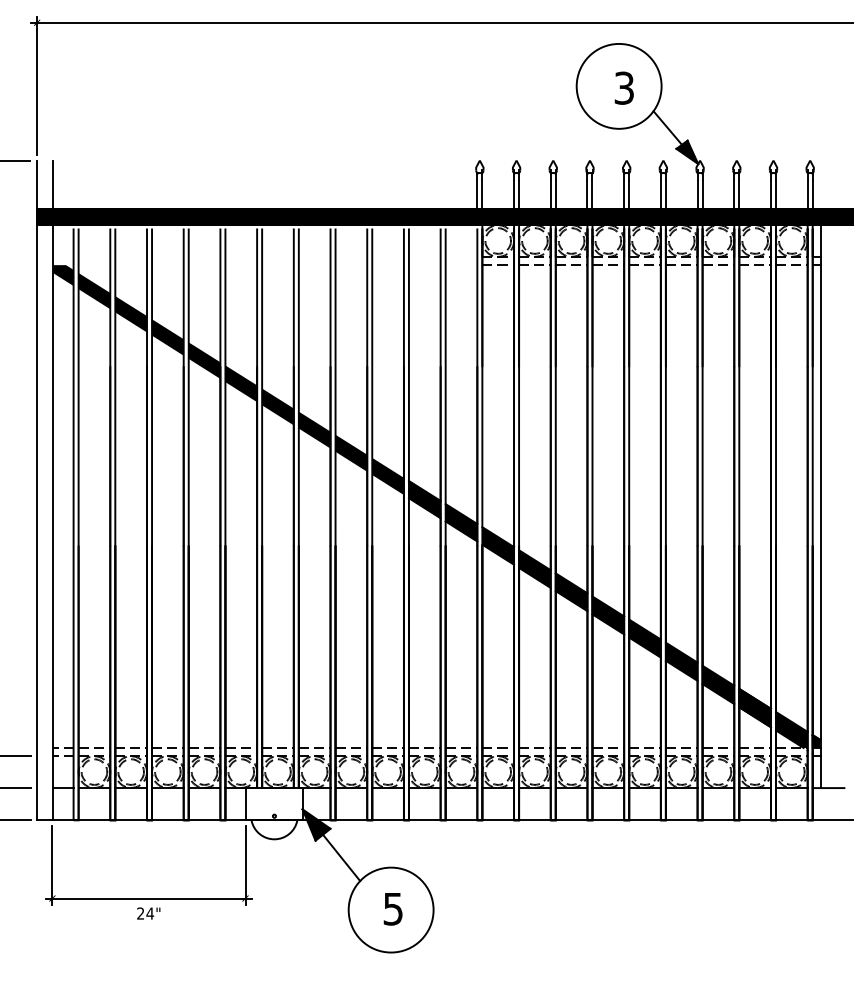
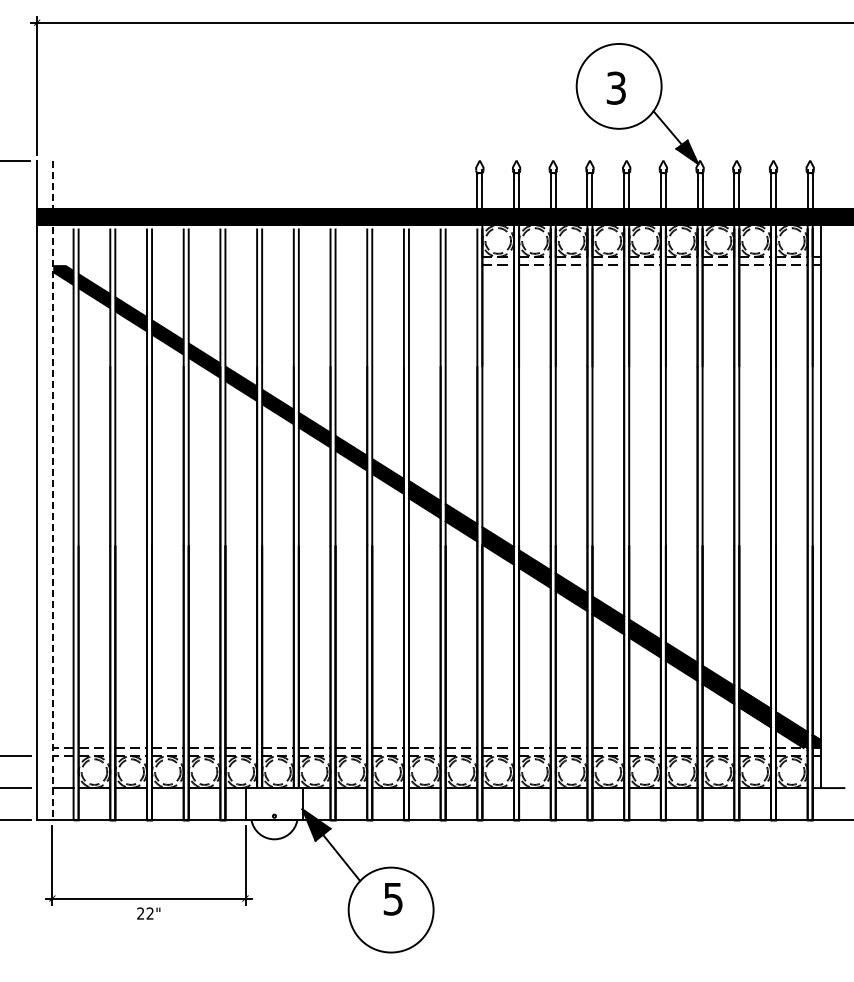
text at (623, 87) position: (623, 87) -> (615, 87)
line at (53, 490): solid -> dashed
text at (392, 909) position: (392, 909) -> (392, 899)
text at (150, 913): 24" -> 22"
